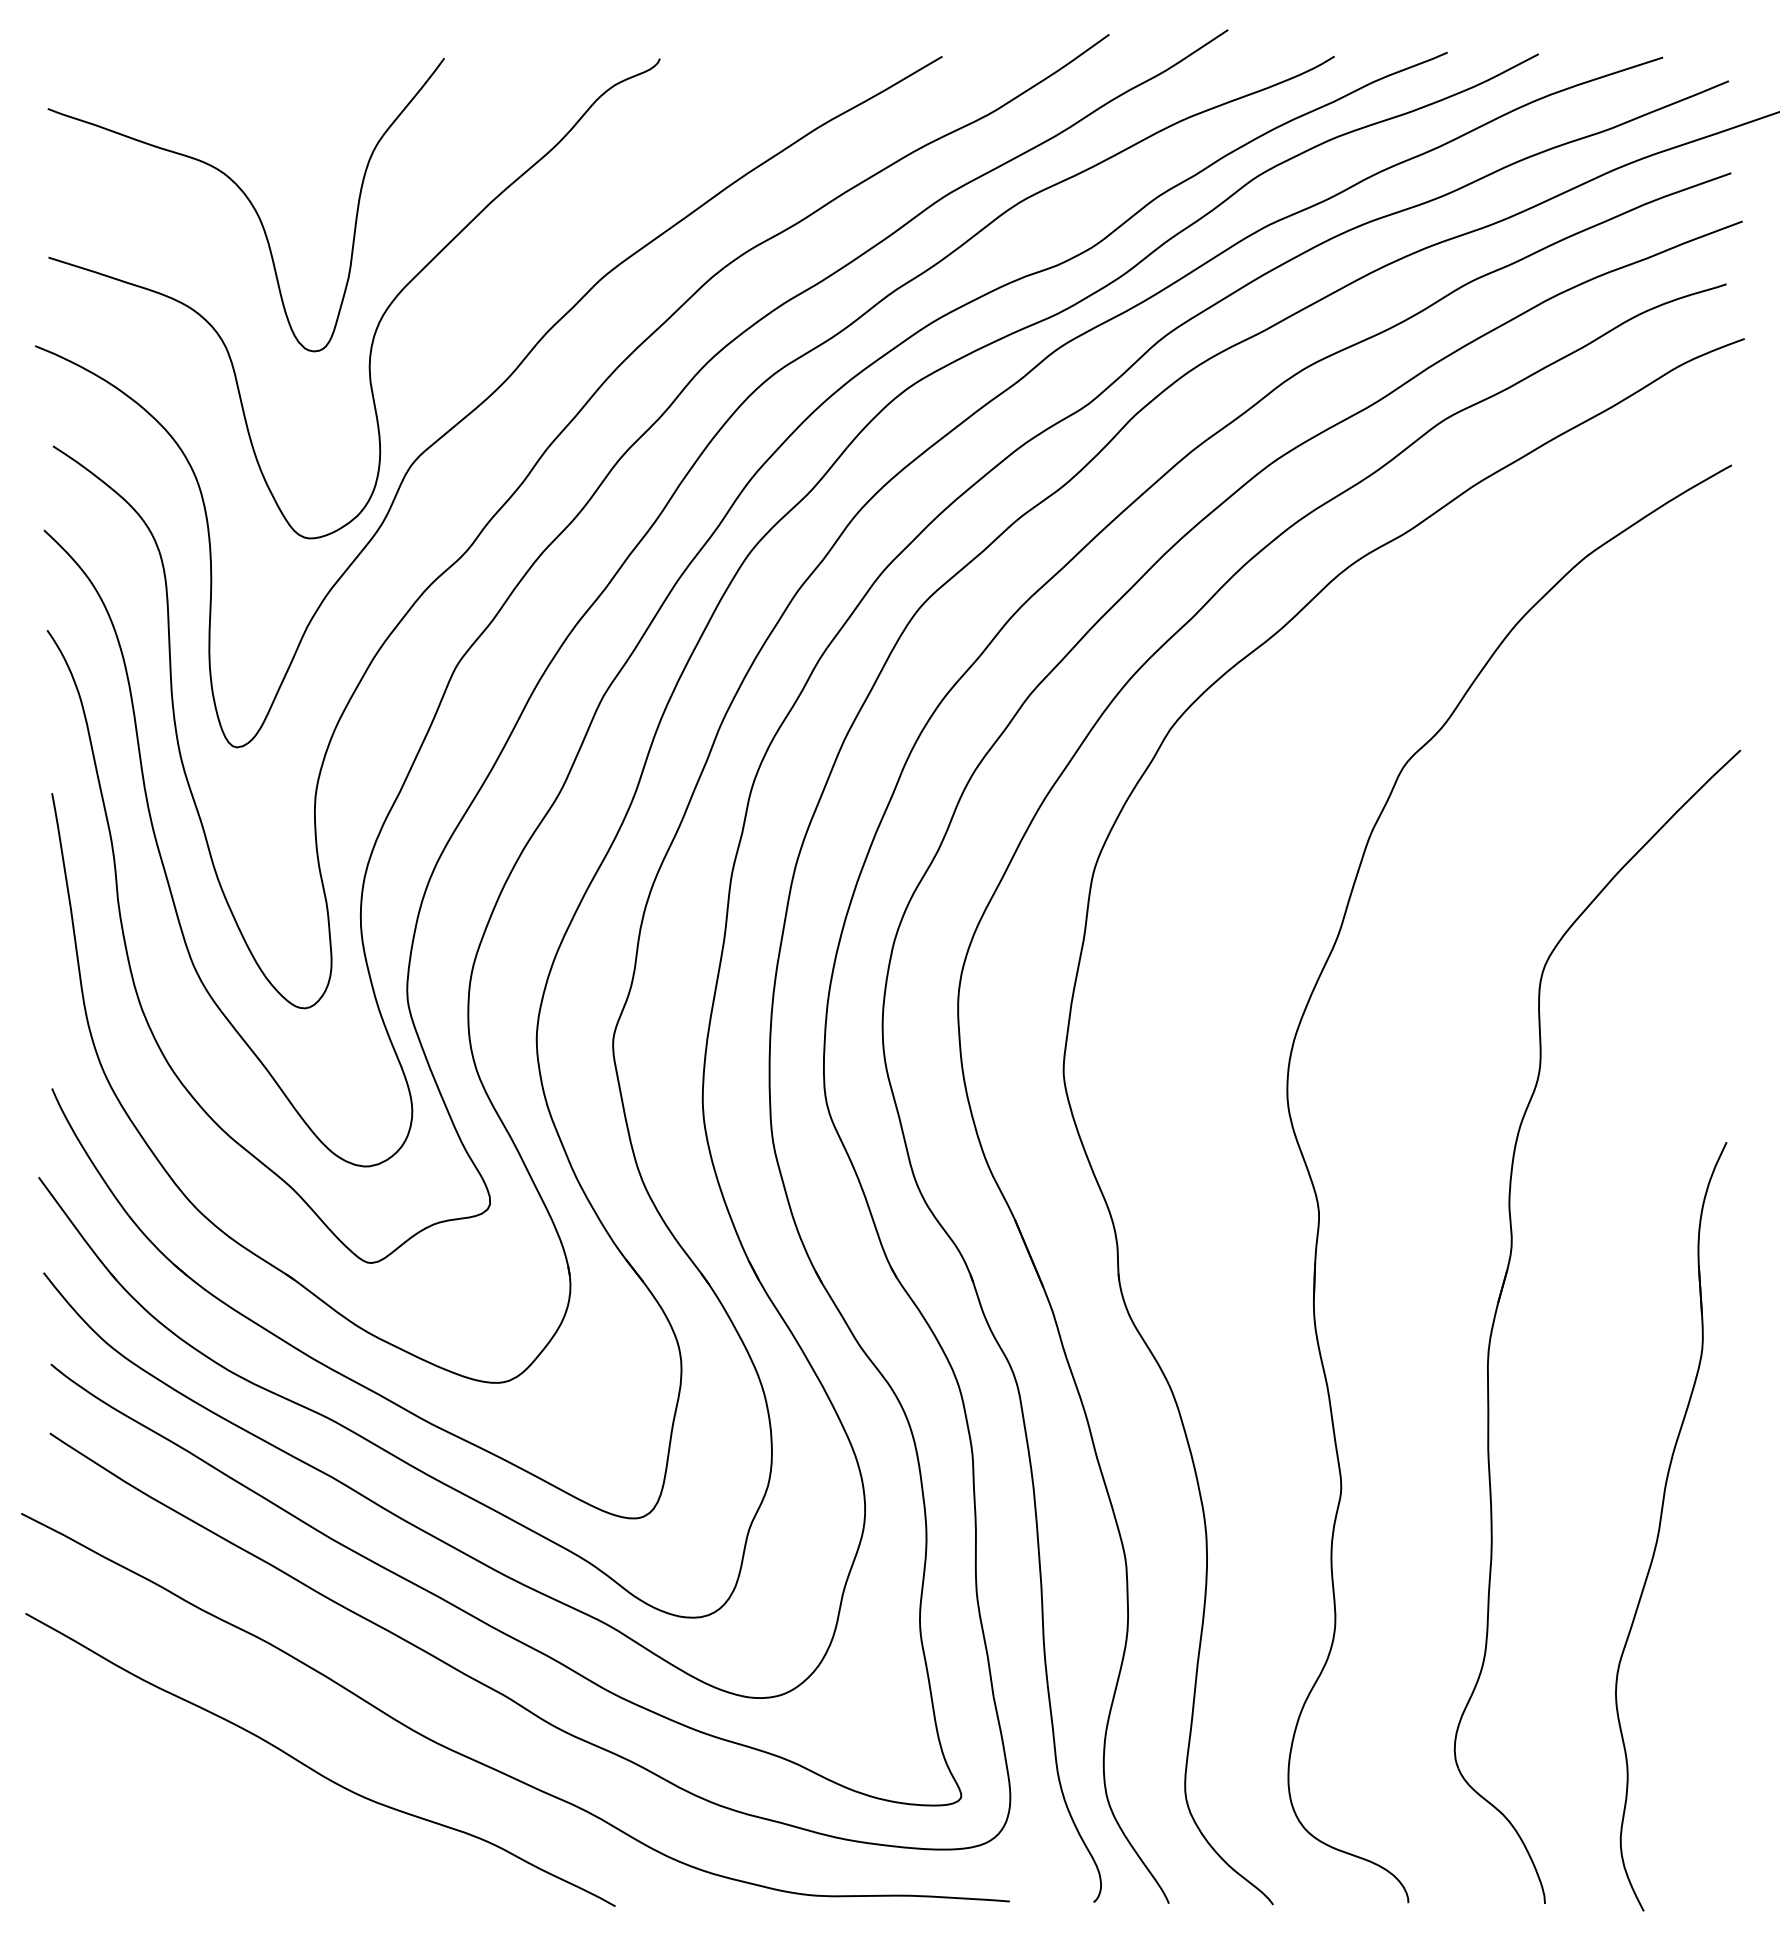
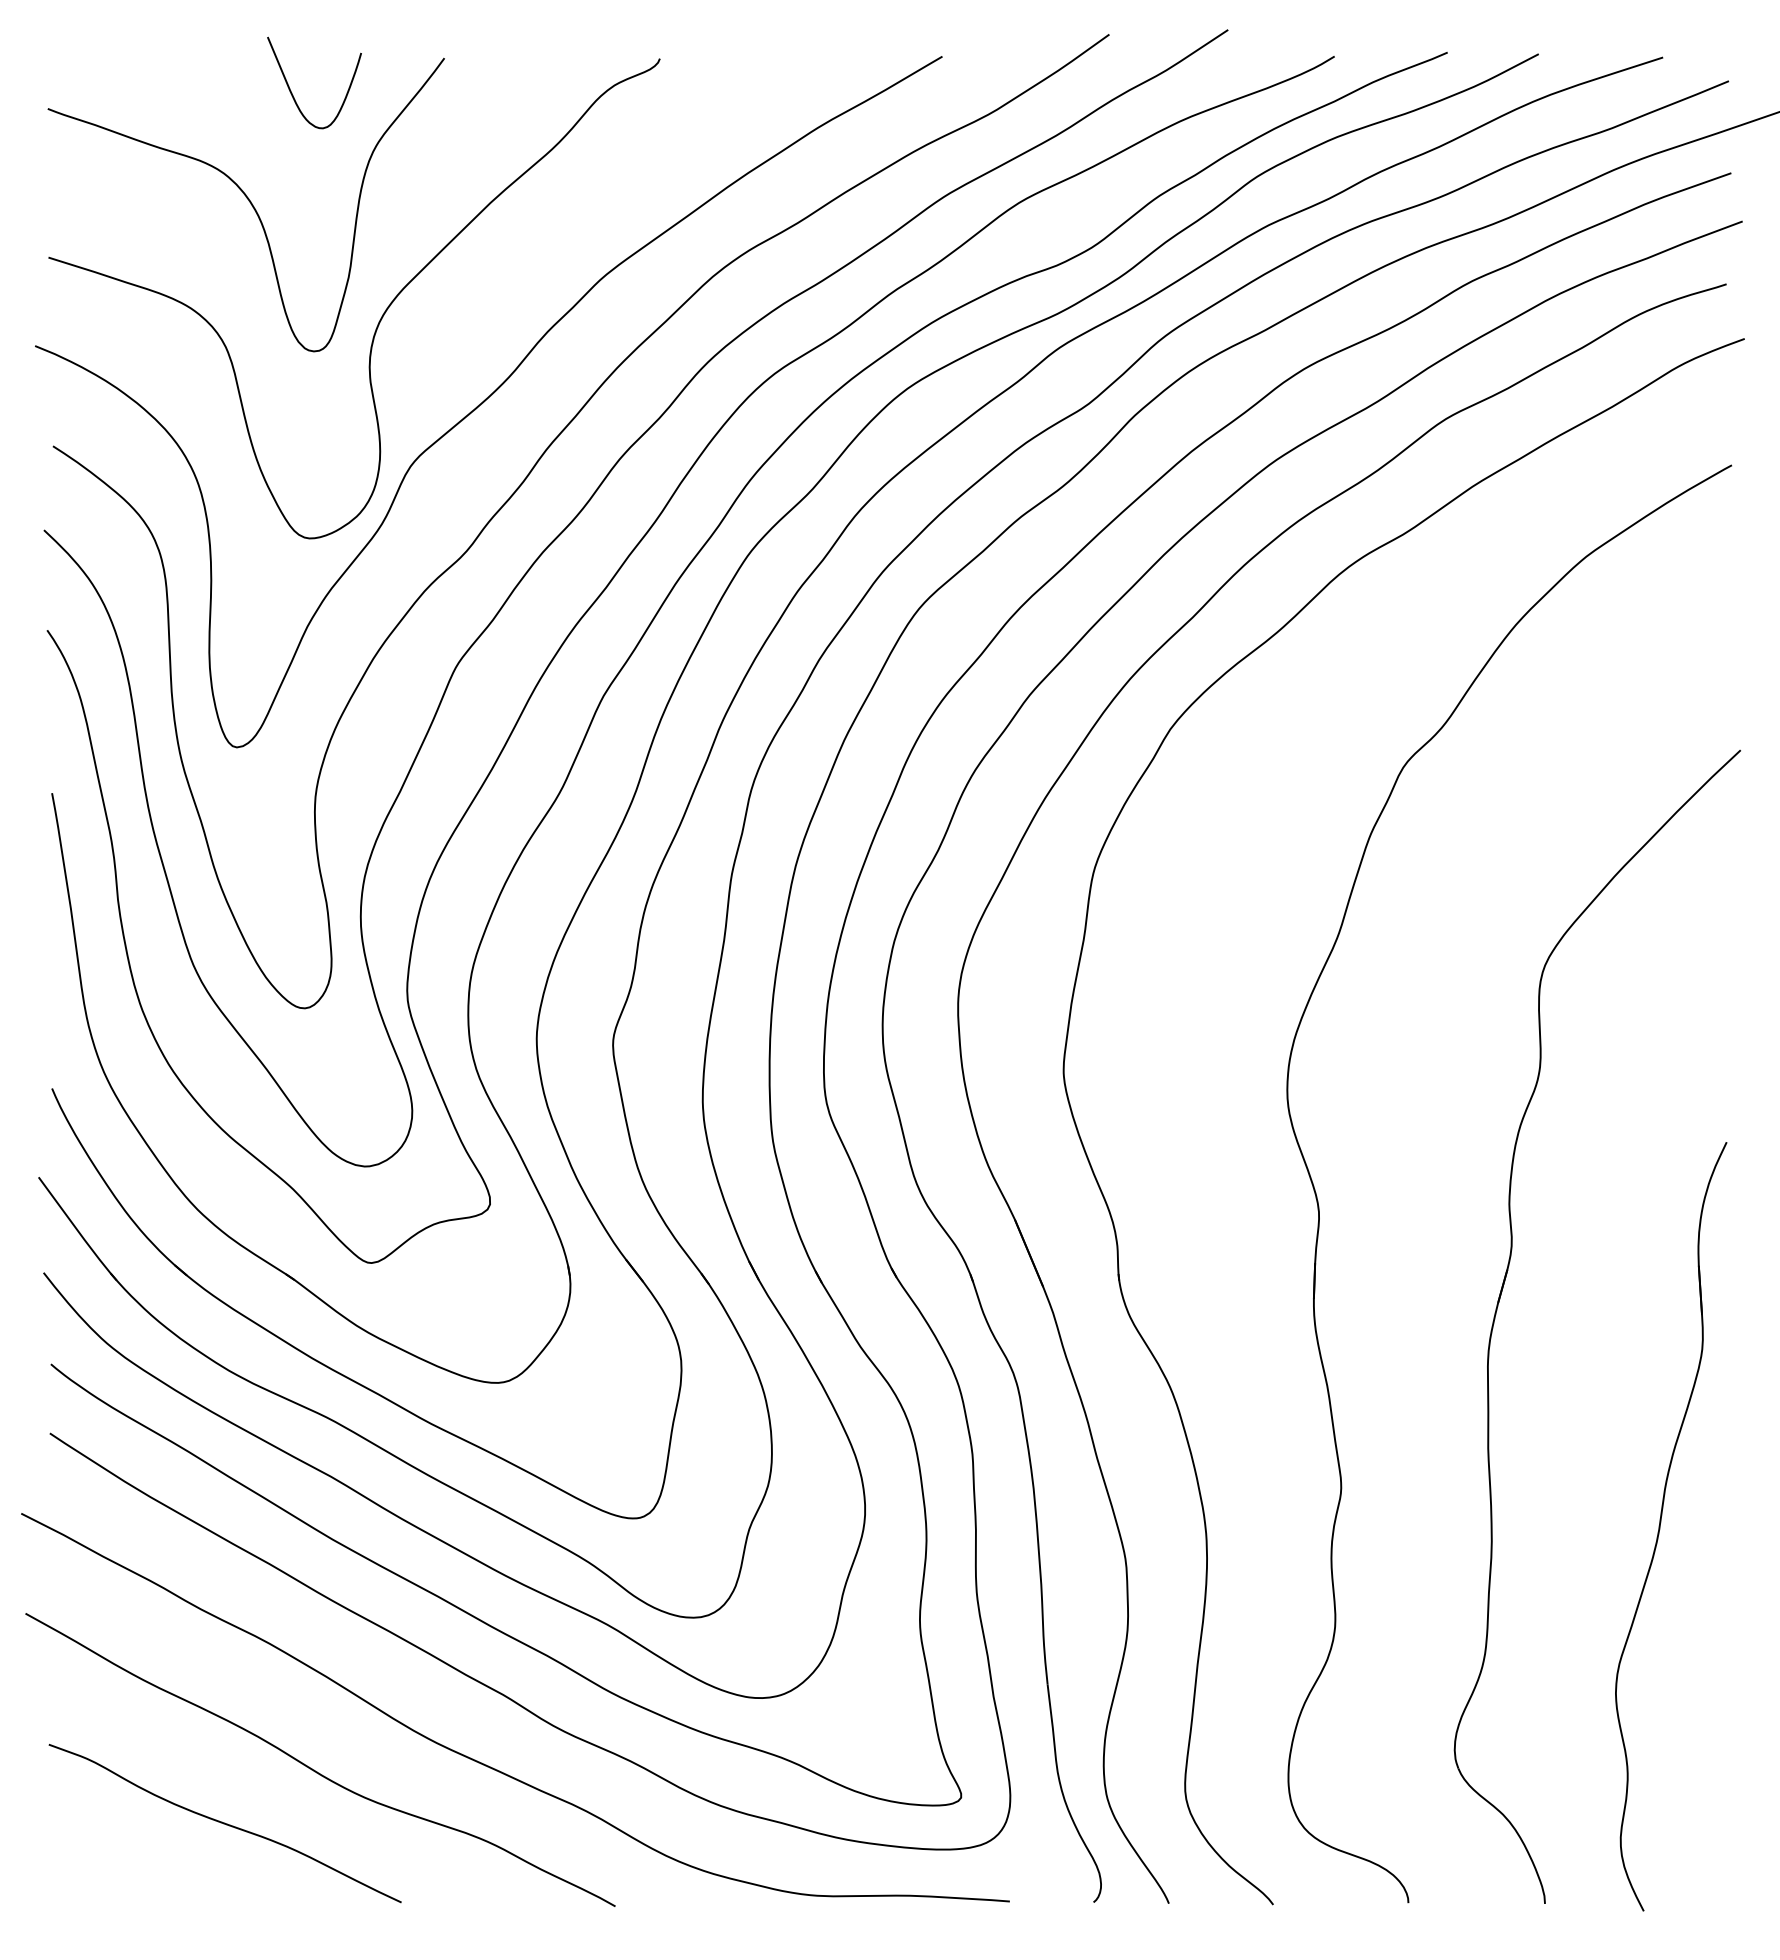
curve at (291, 90): none -> present
curve at (224, 1823): none -> present
